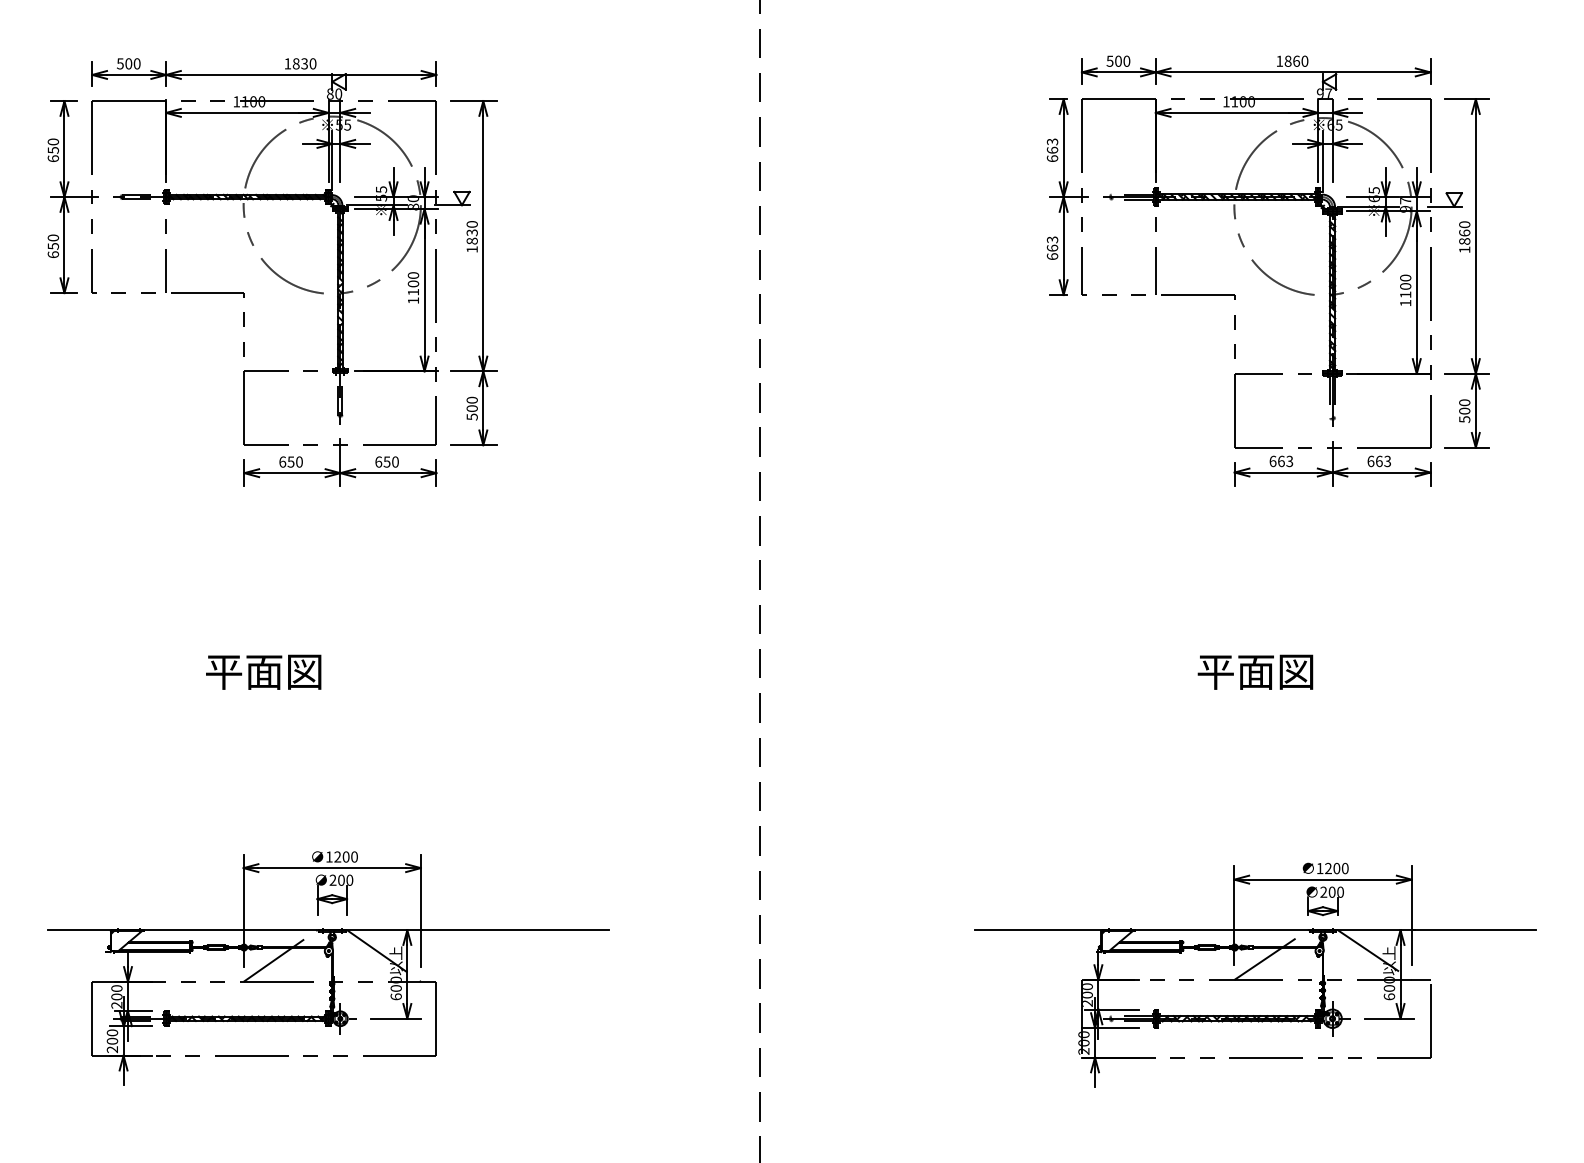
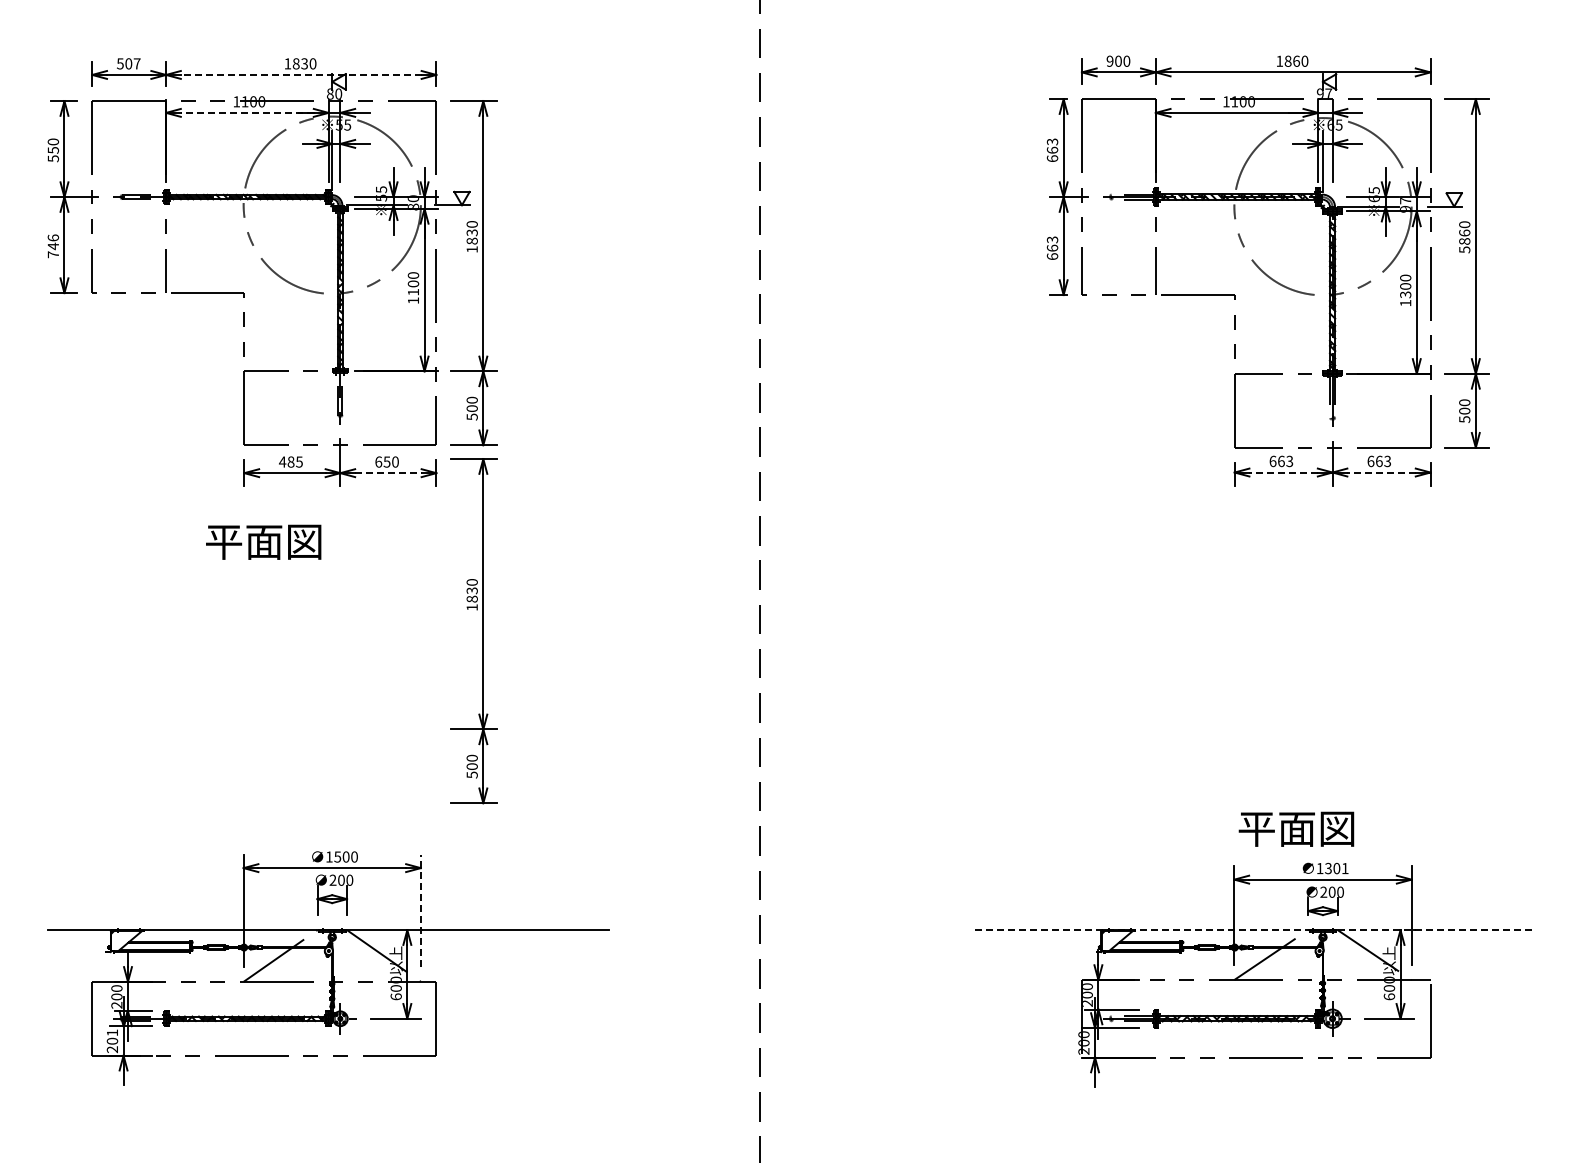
text at (1109, 60): 500 -> 900
text at (136, 63): 500 -> 507
line at (300, 74): solid -> dashed
line at (246, 112): solid -> dashed
text at (52, 158): 650 -> 550
text at (53, 246): 650 -> 746
text at (1464, 249): 1860 -> 5860
text at (1405, 294): 1100 -> 1300
text at (290, 461): 650 -> 485
line at (1283, 472): solid -> dashed
line at (1381, 472): solid -> dashed
line at (388, 473): solid -> dashed
part at (482, 631): none -> present
text at (263, 671) position: (263, 671) -> (263, 541)
text at (1255, 671) position: (1255, 671) -> (1296, 828)
text at (337, 856): 1200 -> 1500
text at (1336, 868): 1200 -> 1301
line at (420, 910): solid -> dashed
line at (1255, 930): solid -> dashed
text at (112, 1032): 200 -> 201
